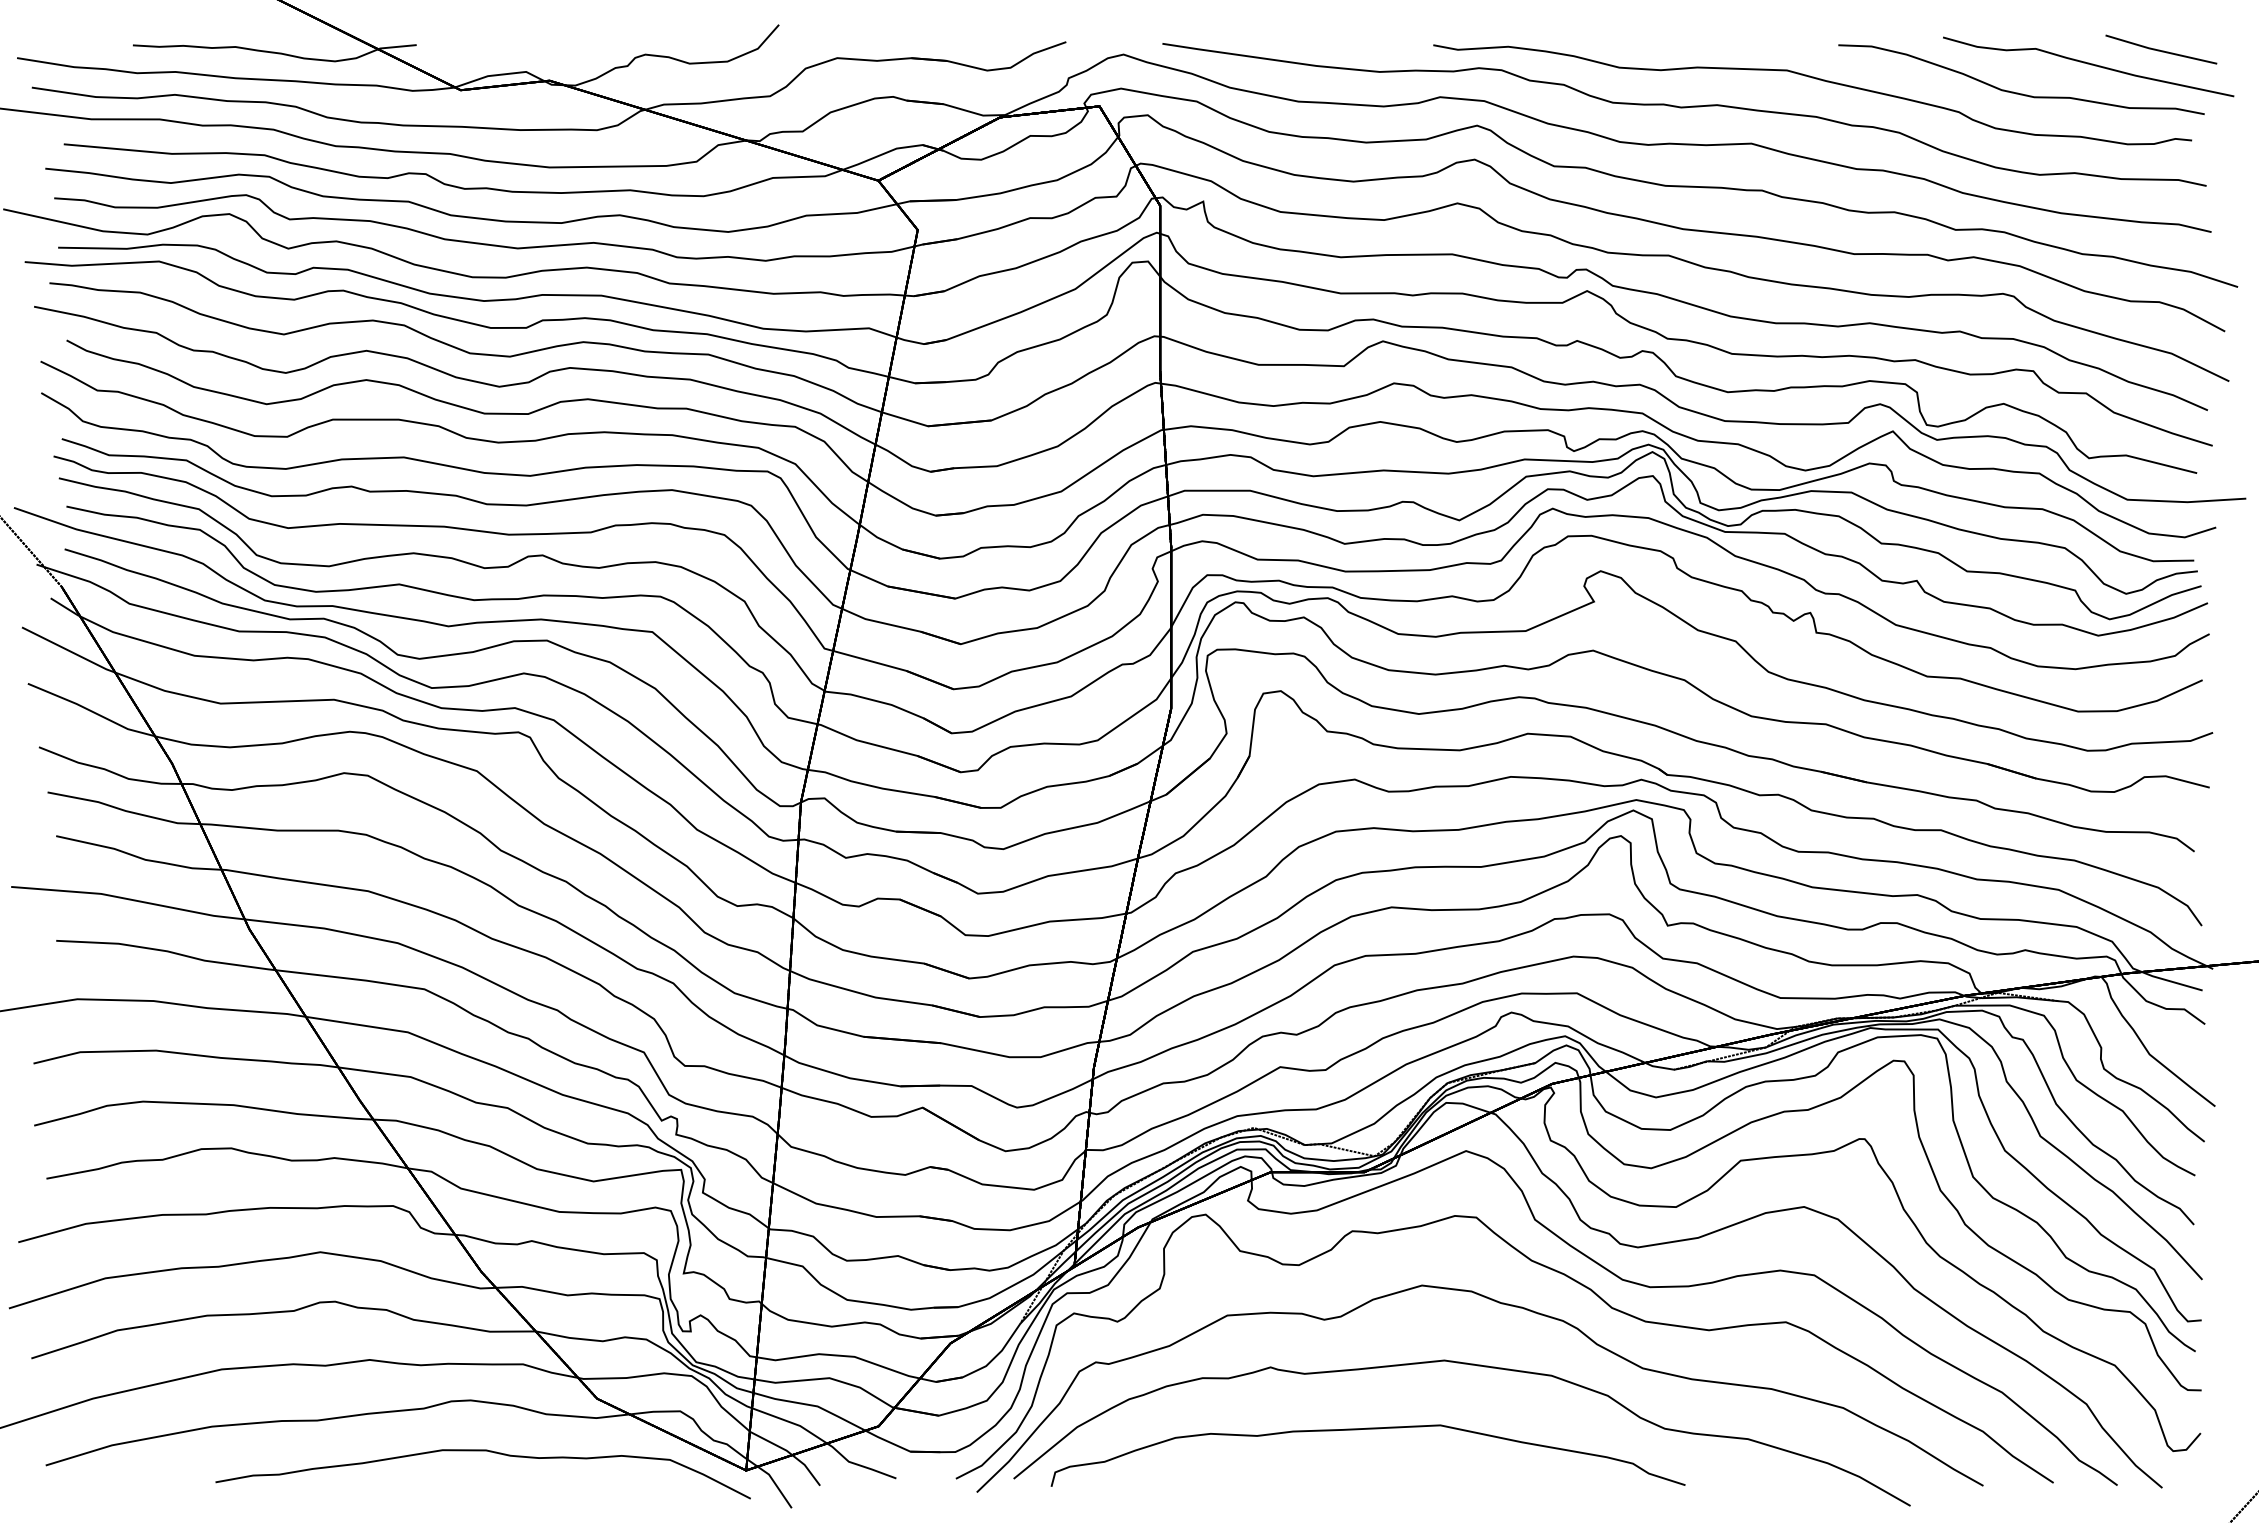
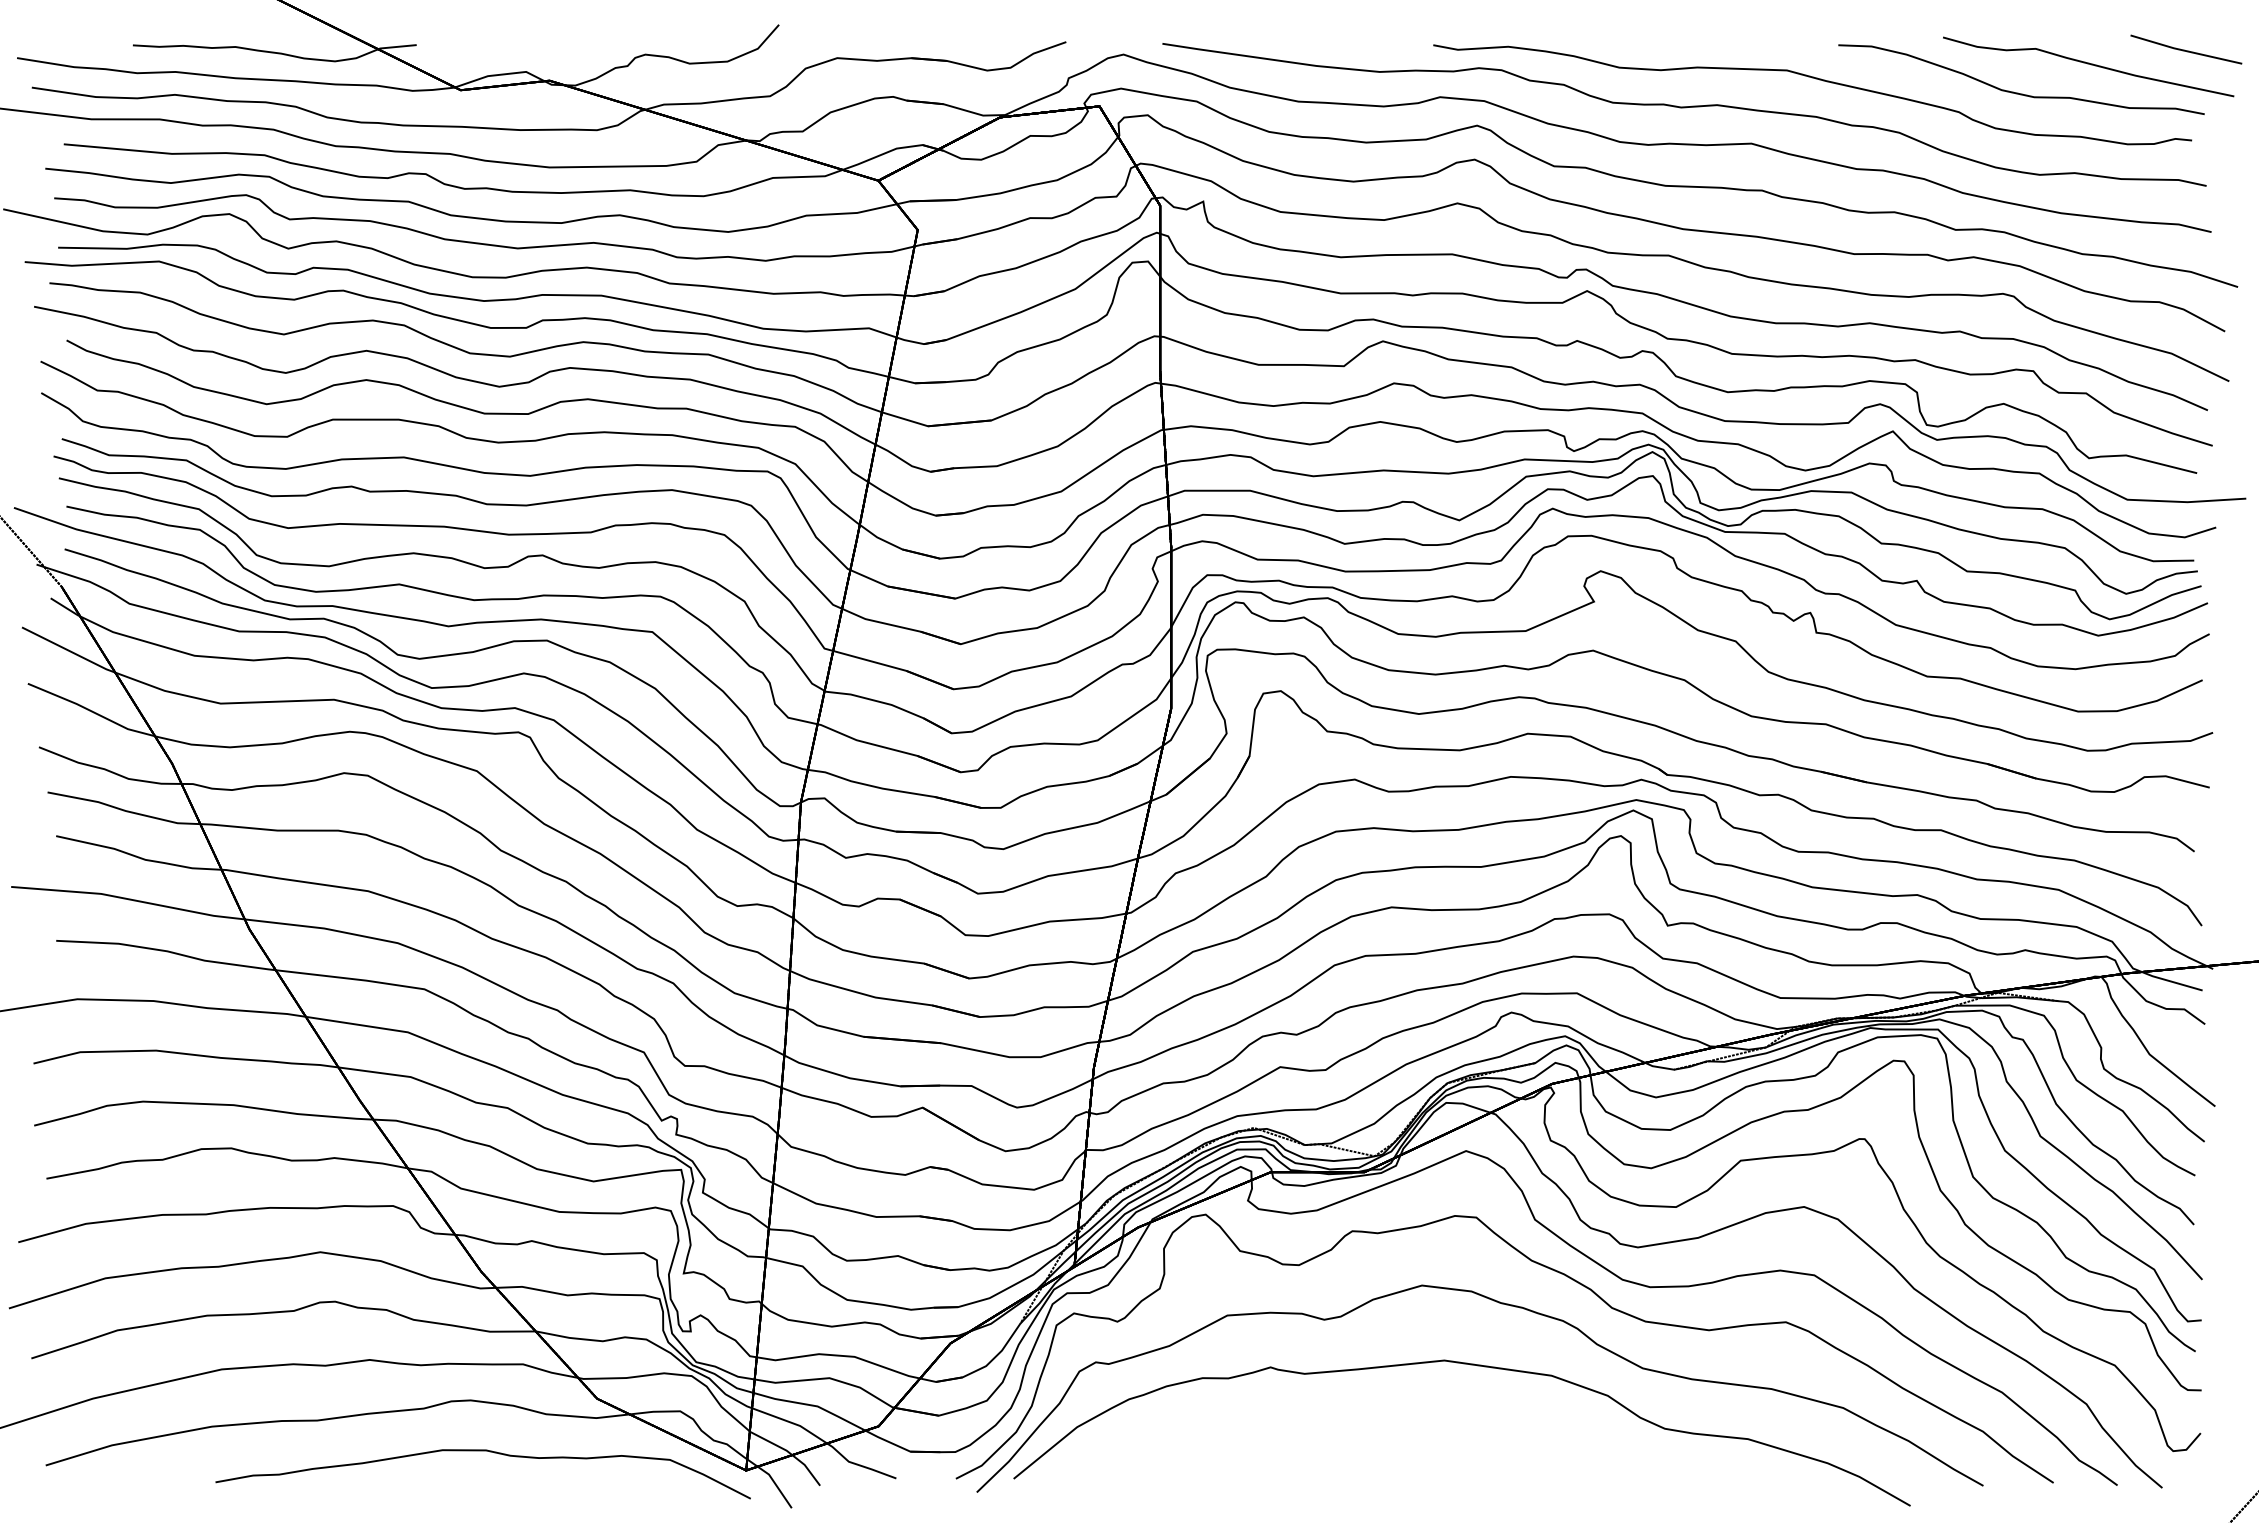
part at (2161, 49) position: (2161, 49) -> (2186, 49)
curve at (1367, 1429): present -> none
